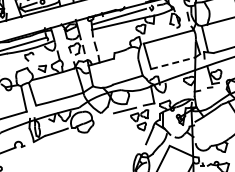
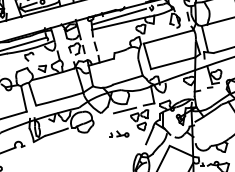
line at (173, 63): dashed -> solid
part at (119, 133): none -> present
